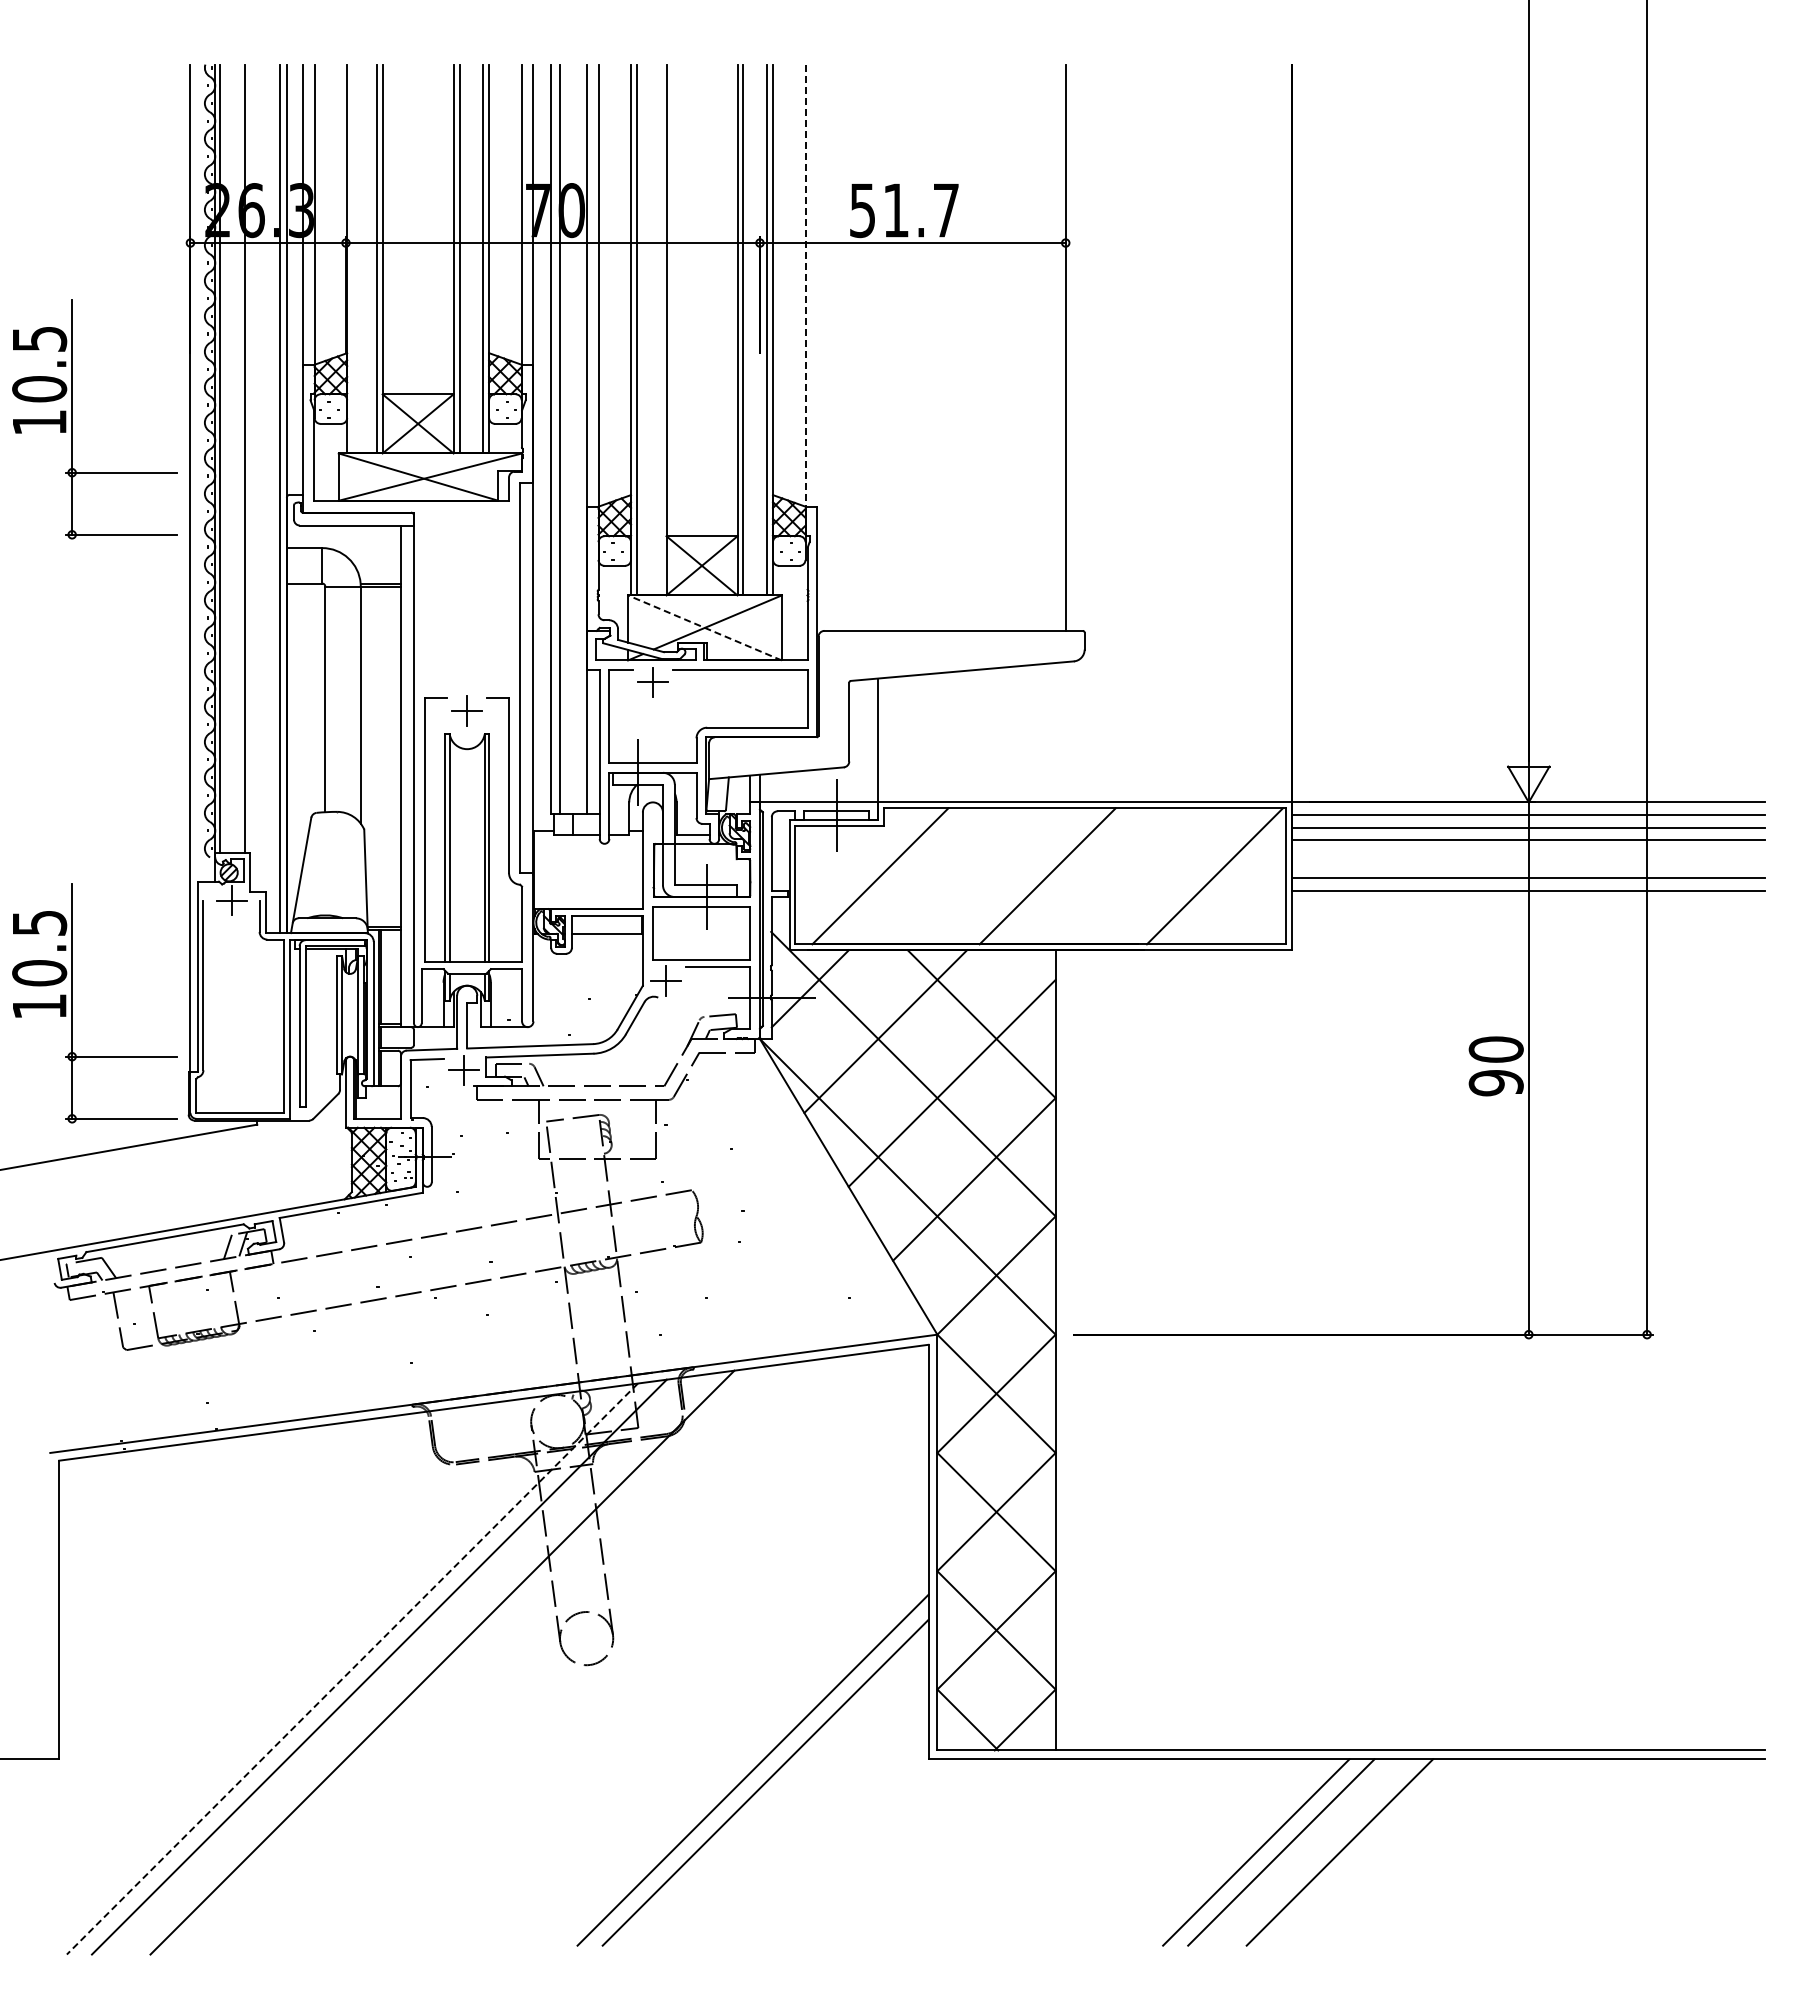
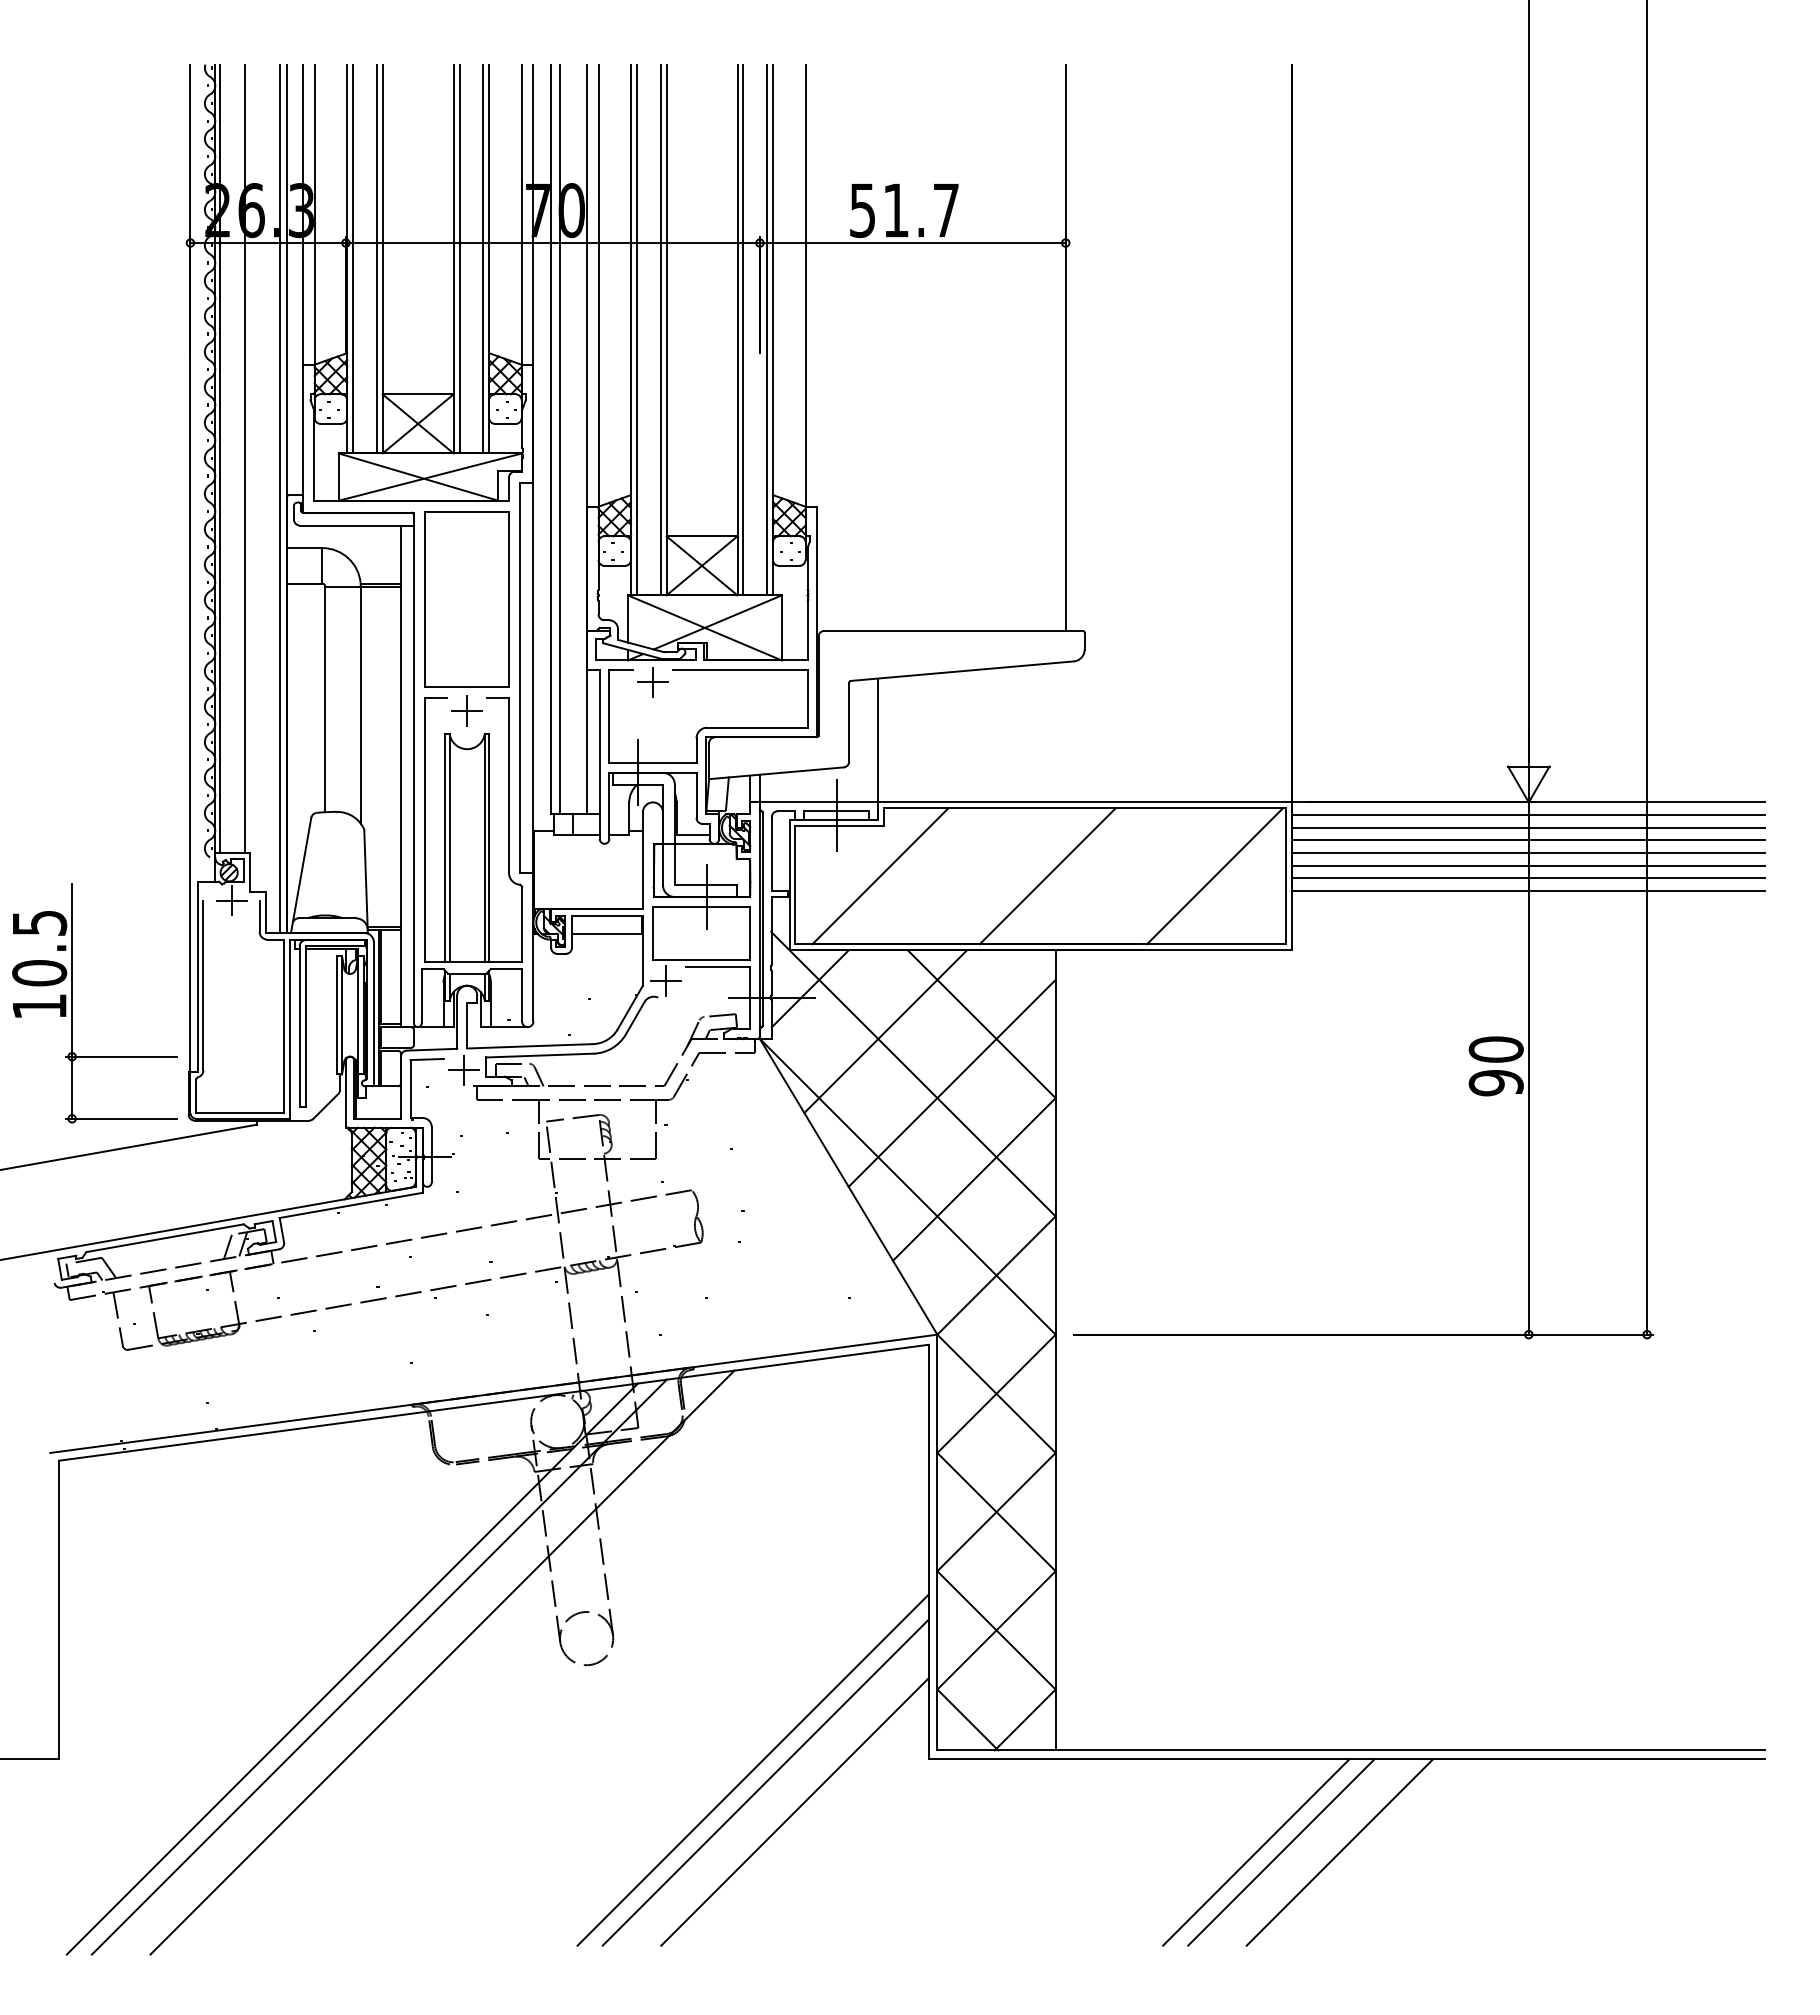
line at (353, 258): none -> present
line at (805, 287): dashed -> solid
line at (660, 329): none -> present
part at (72, 419): present -> none
part at (466, 599): none -> present
line at (704, 627): dashed -> solid
line at (1528, 853): none -> present
line at (1528, 865): none -> present
line at (352, 1669): dashed -> solid
line at (794, 1811): none -> present
